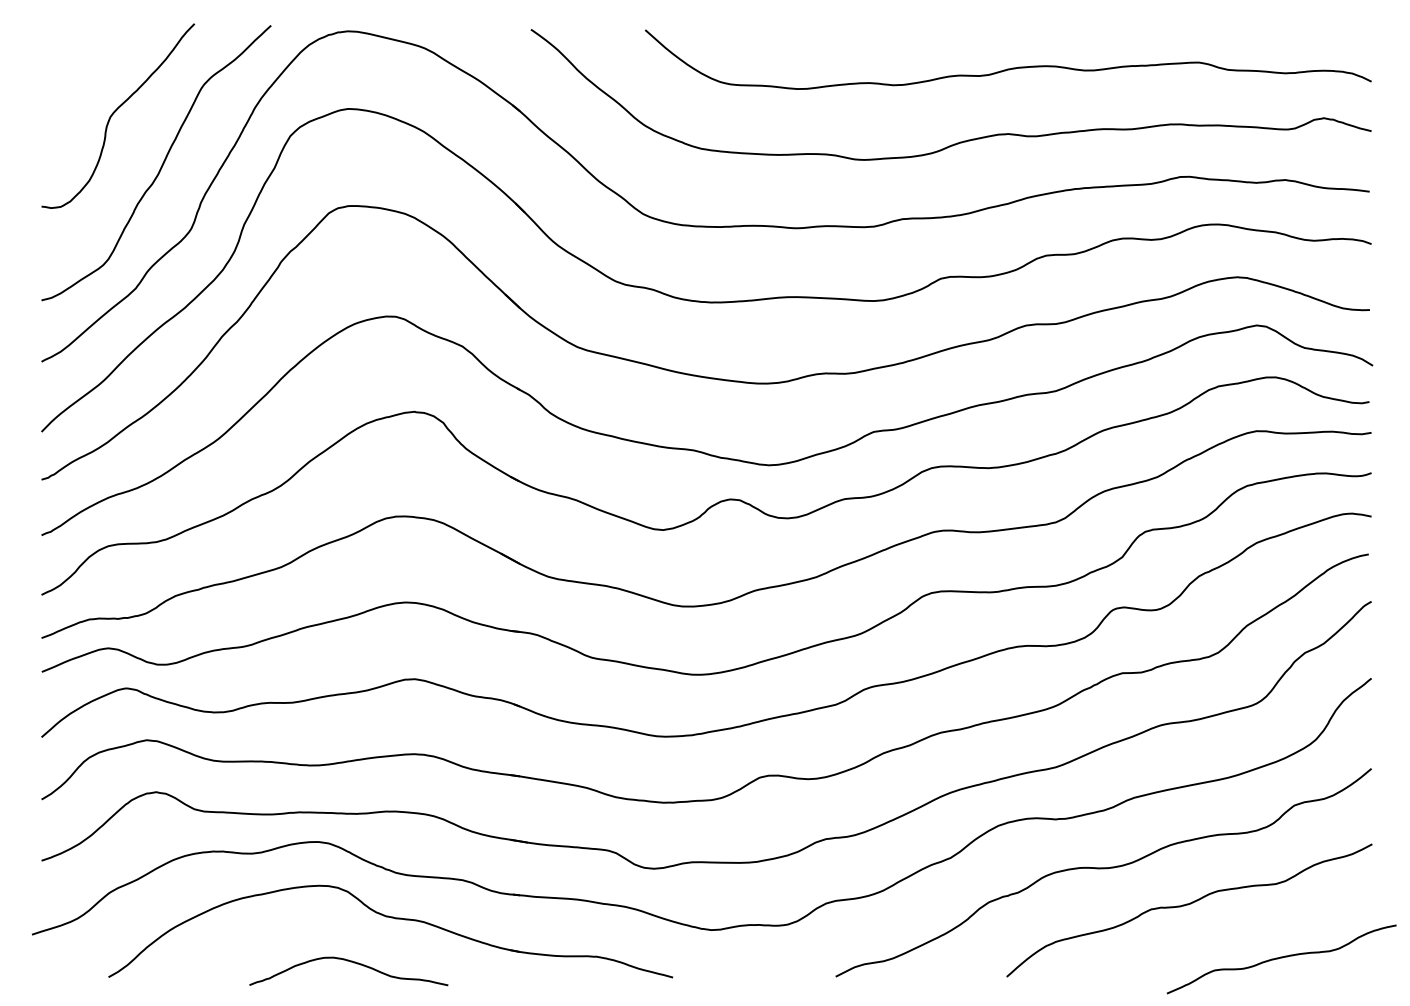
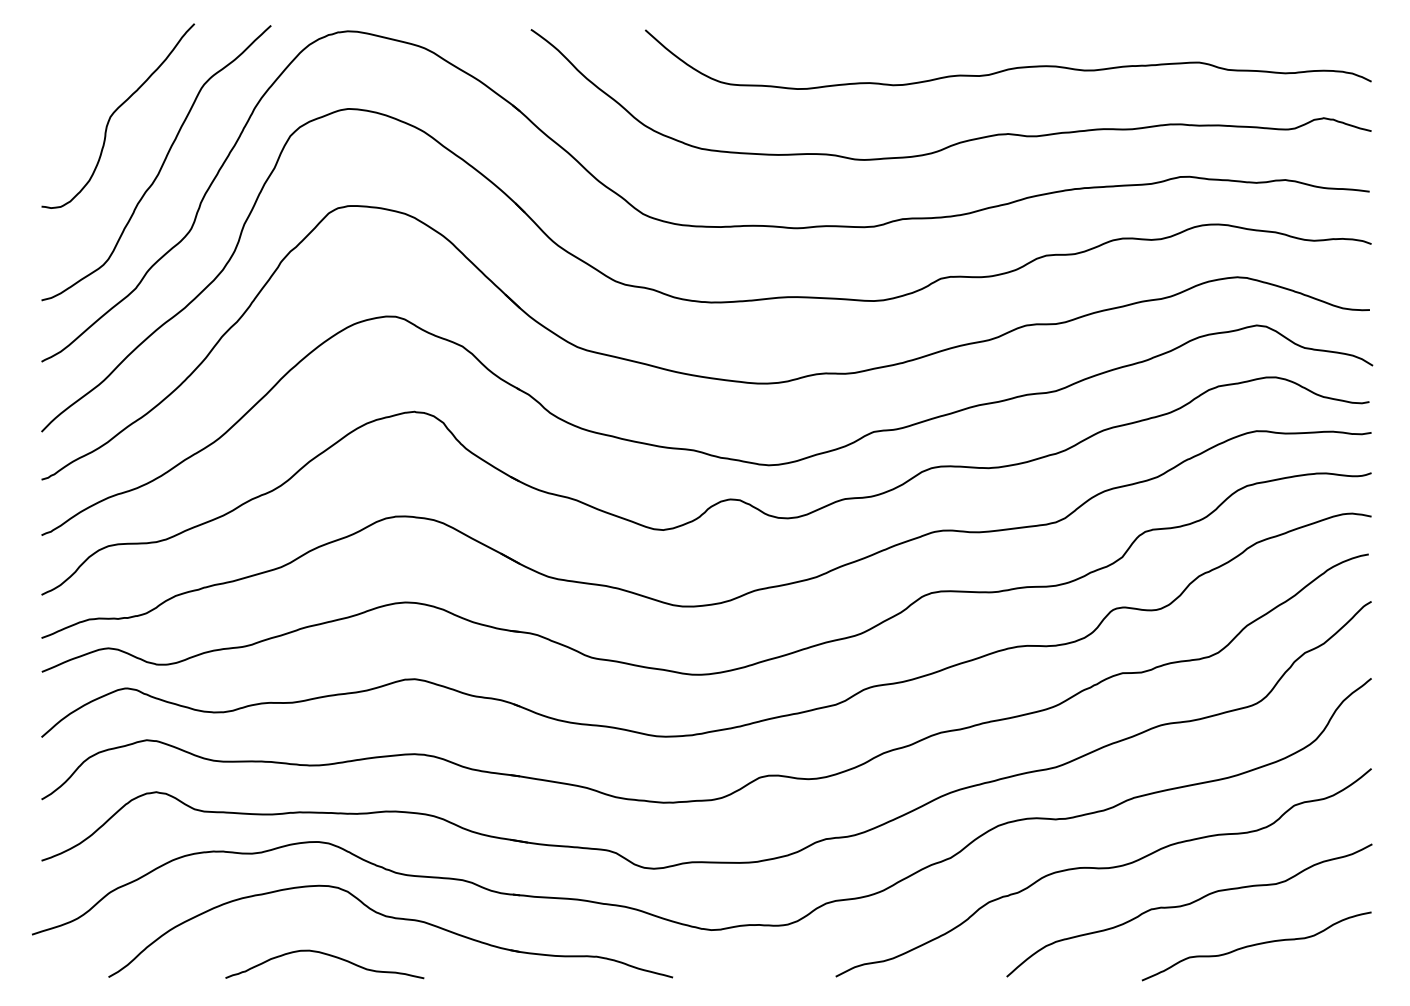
curve at (1281, 958) position: (1281, 958) -> (1256, 945)
curve at (350, 962) position: (350, 962) -> (326, 955)
